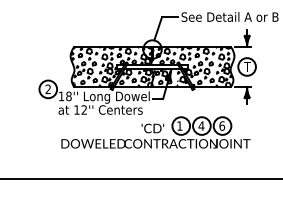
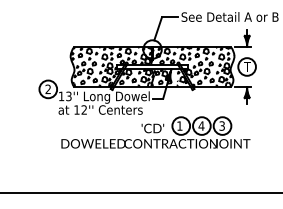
text at (68, 96): 18'' -> 13''
text at (222, 125): 6 -> 3
line at (140, 178) position: (140, 178) -> (140, 192)
